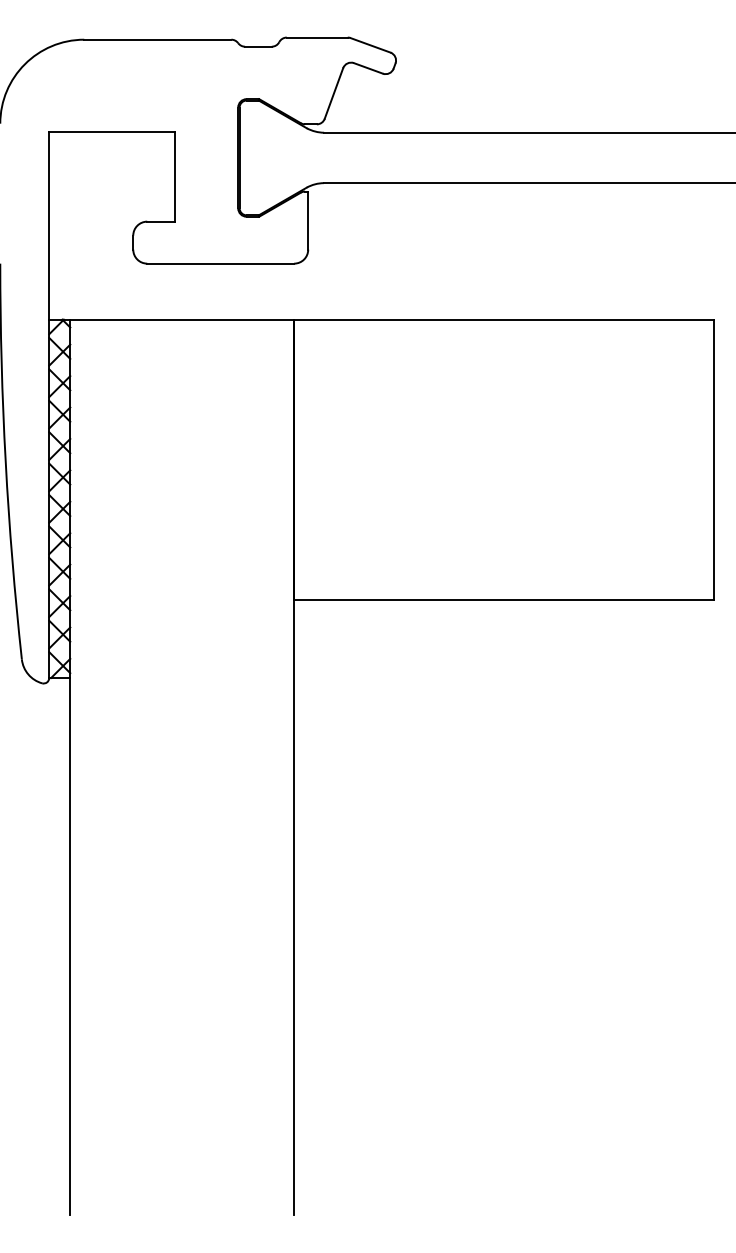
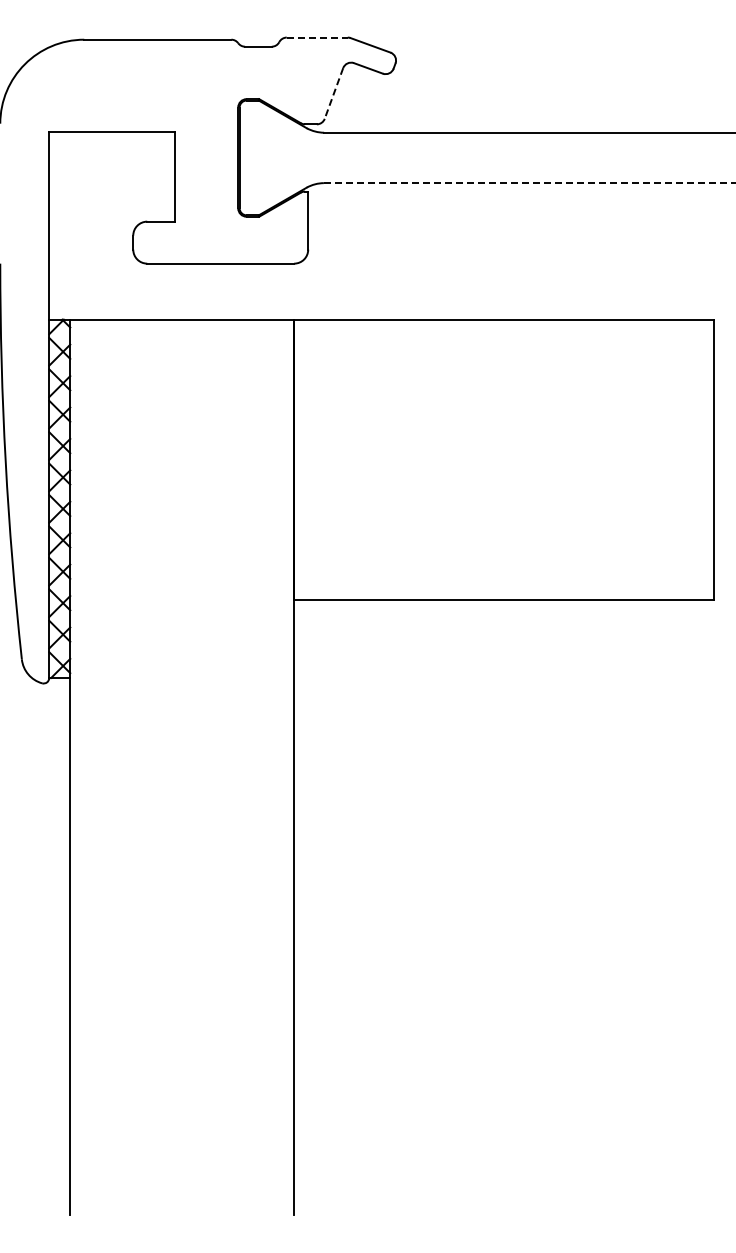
line at (317, 37): solid -> dashed
line at (333, 93): solid -> dashed
line at (529, 183): solid -> dashed
